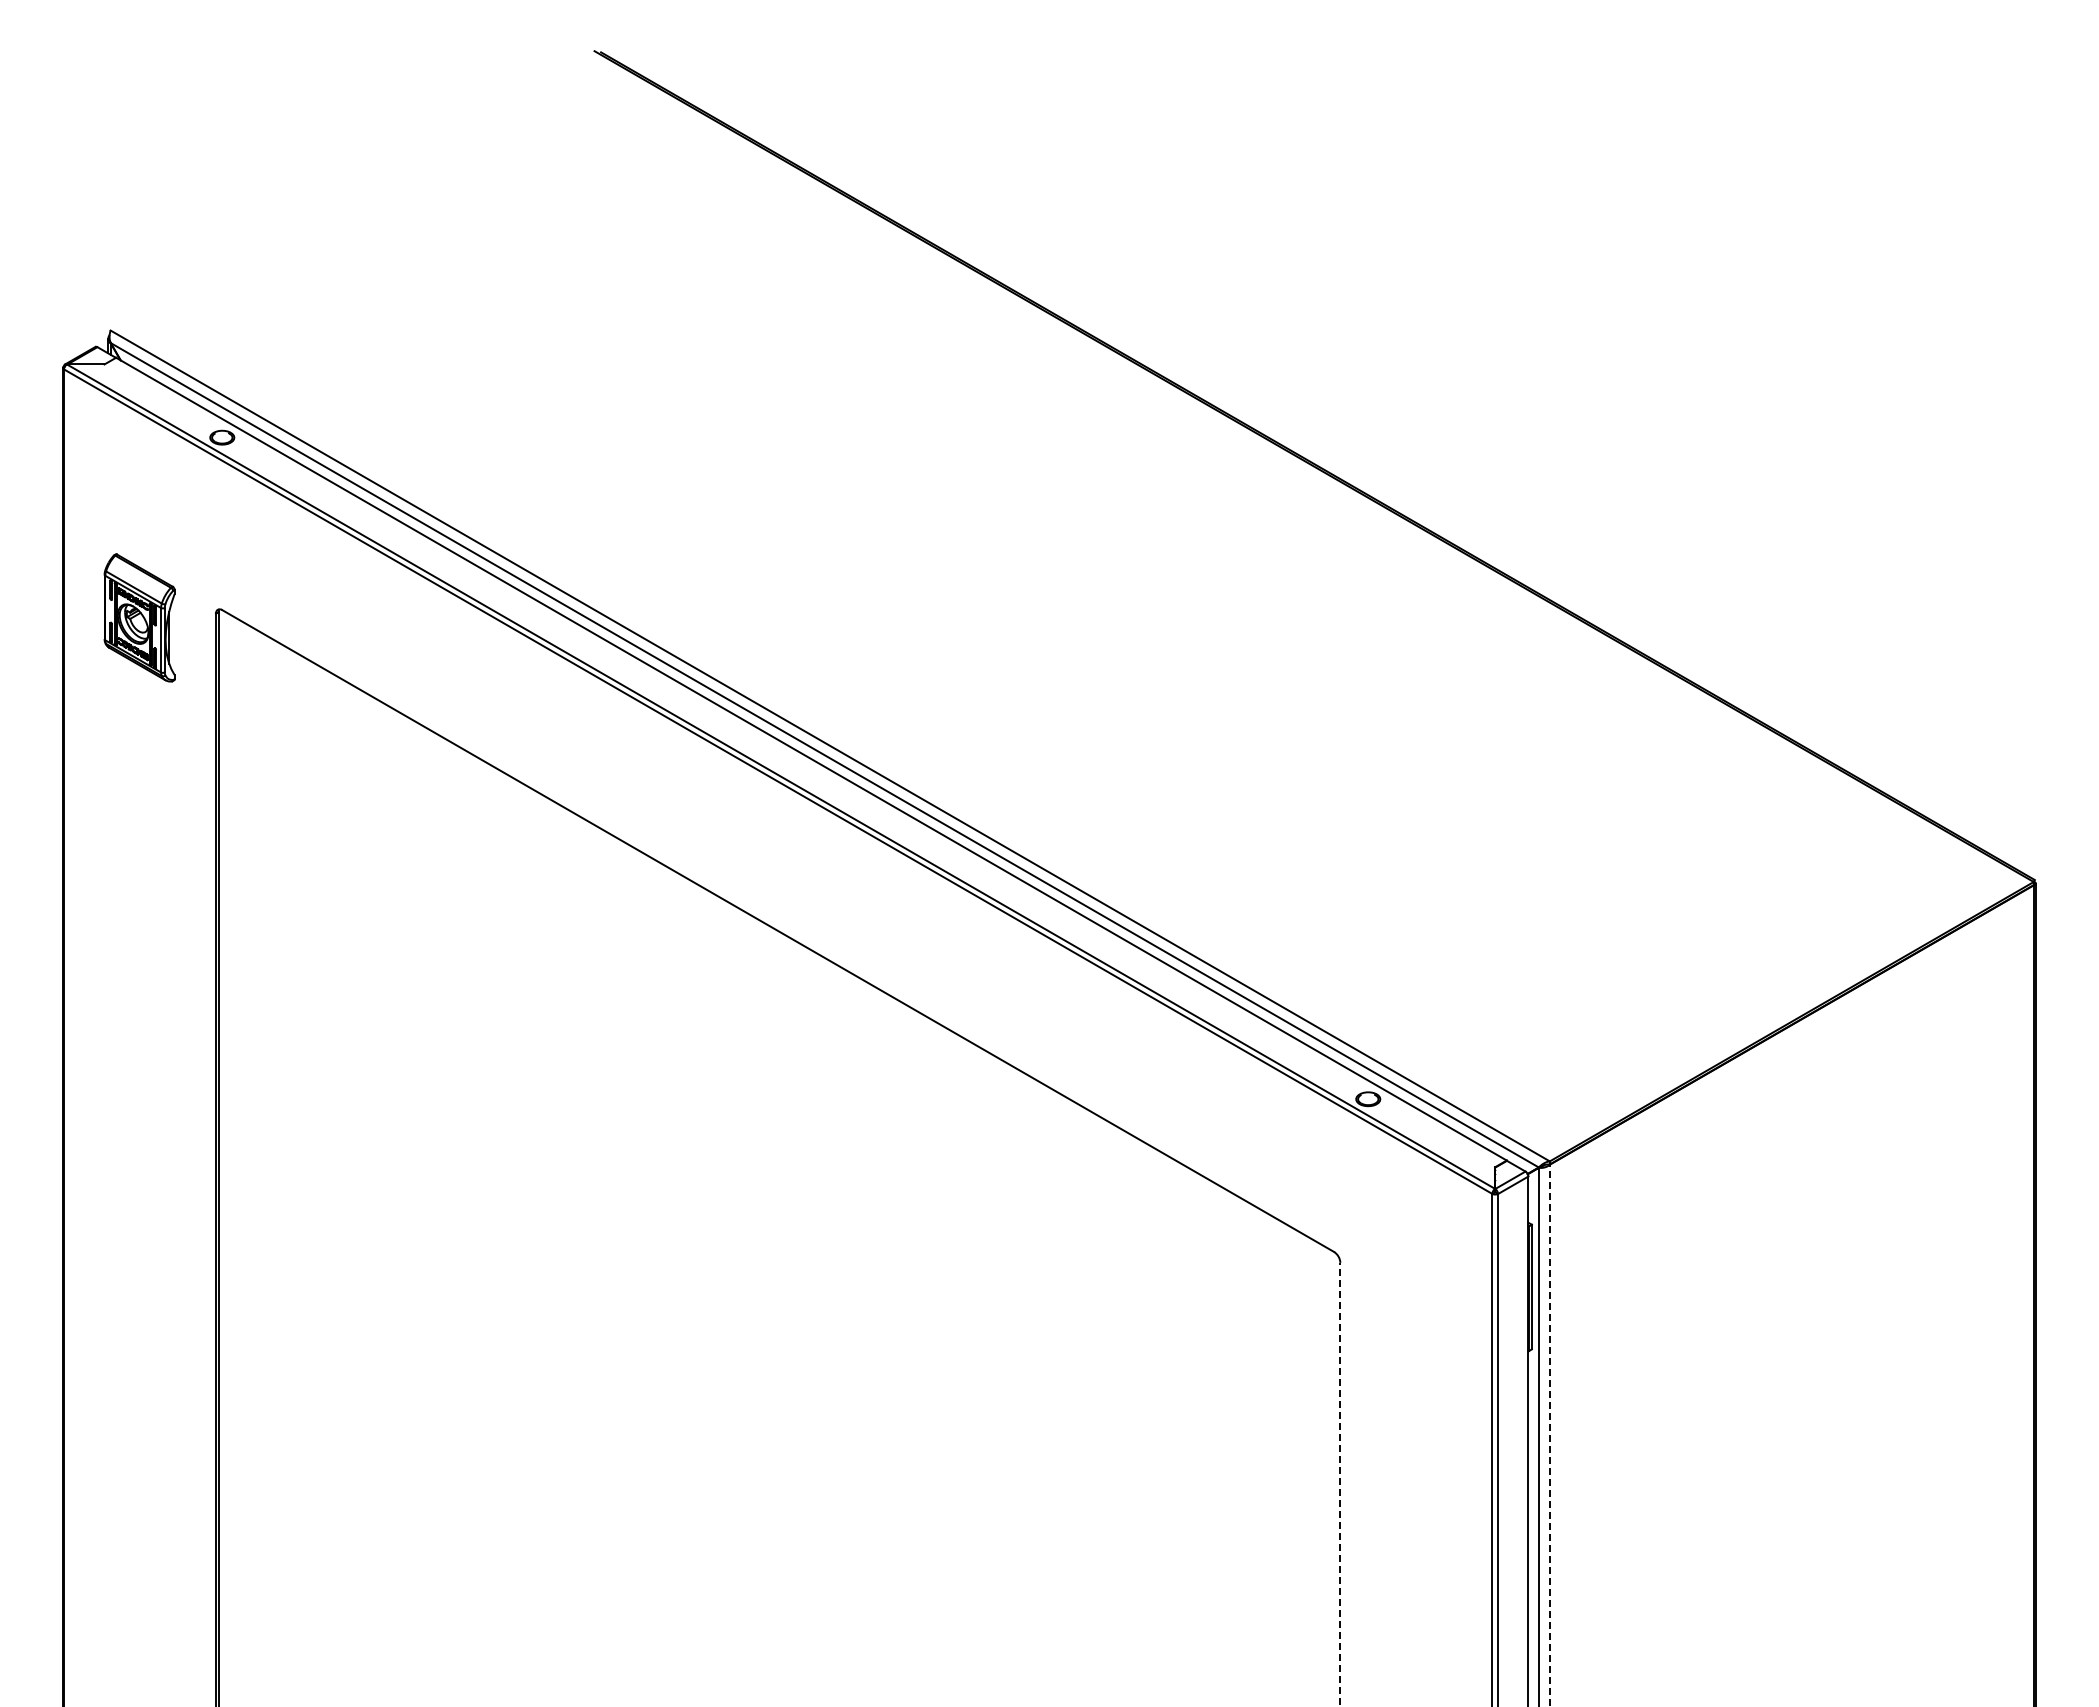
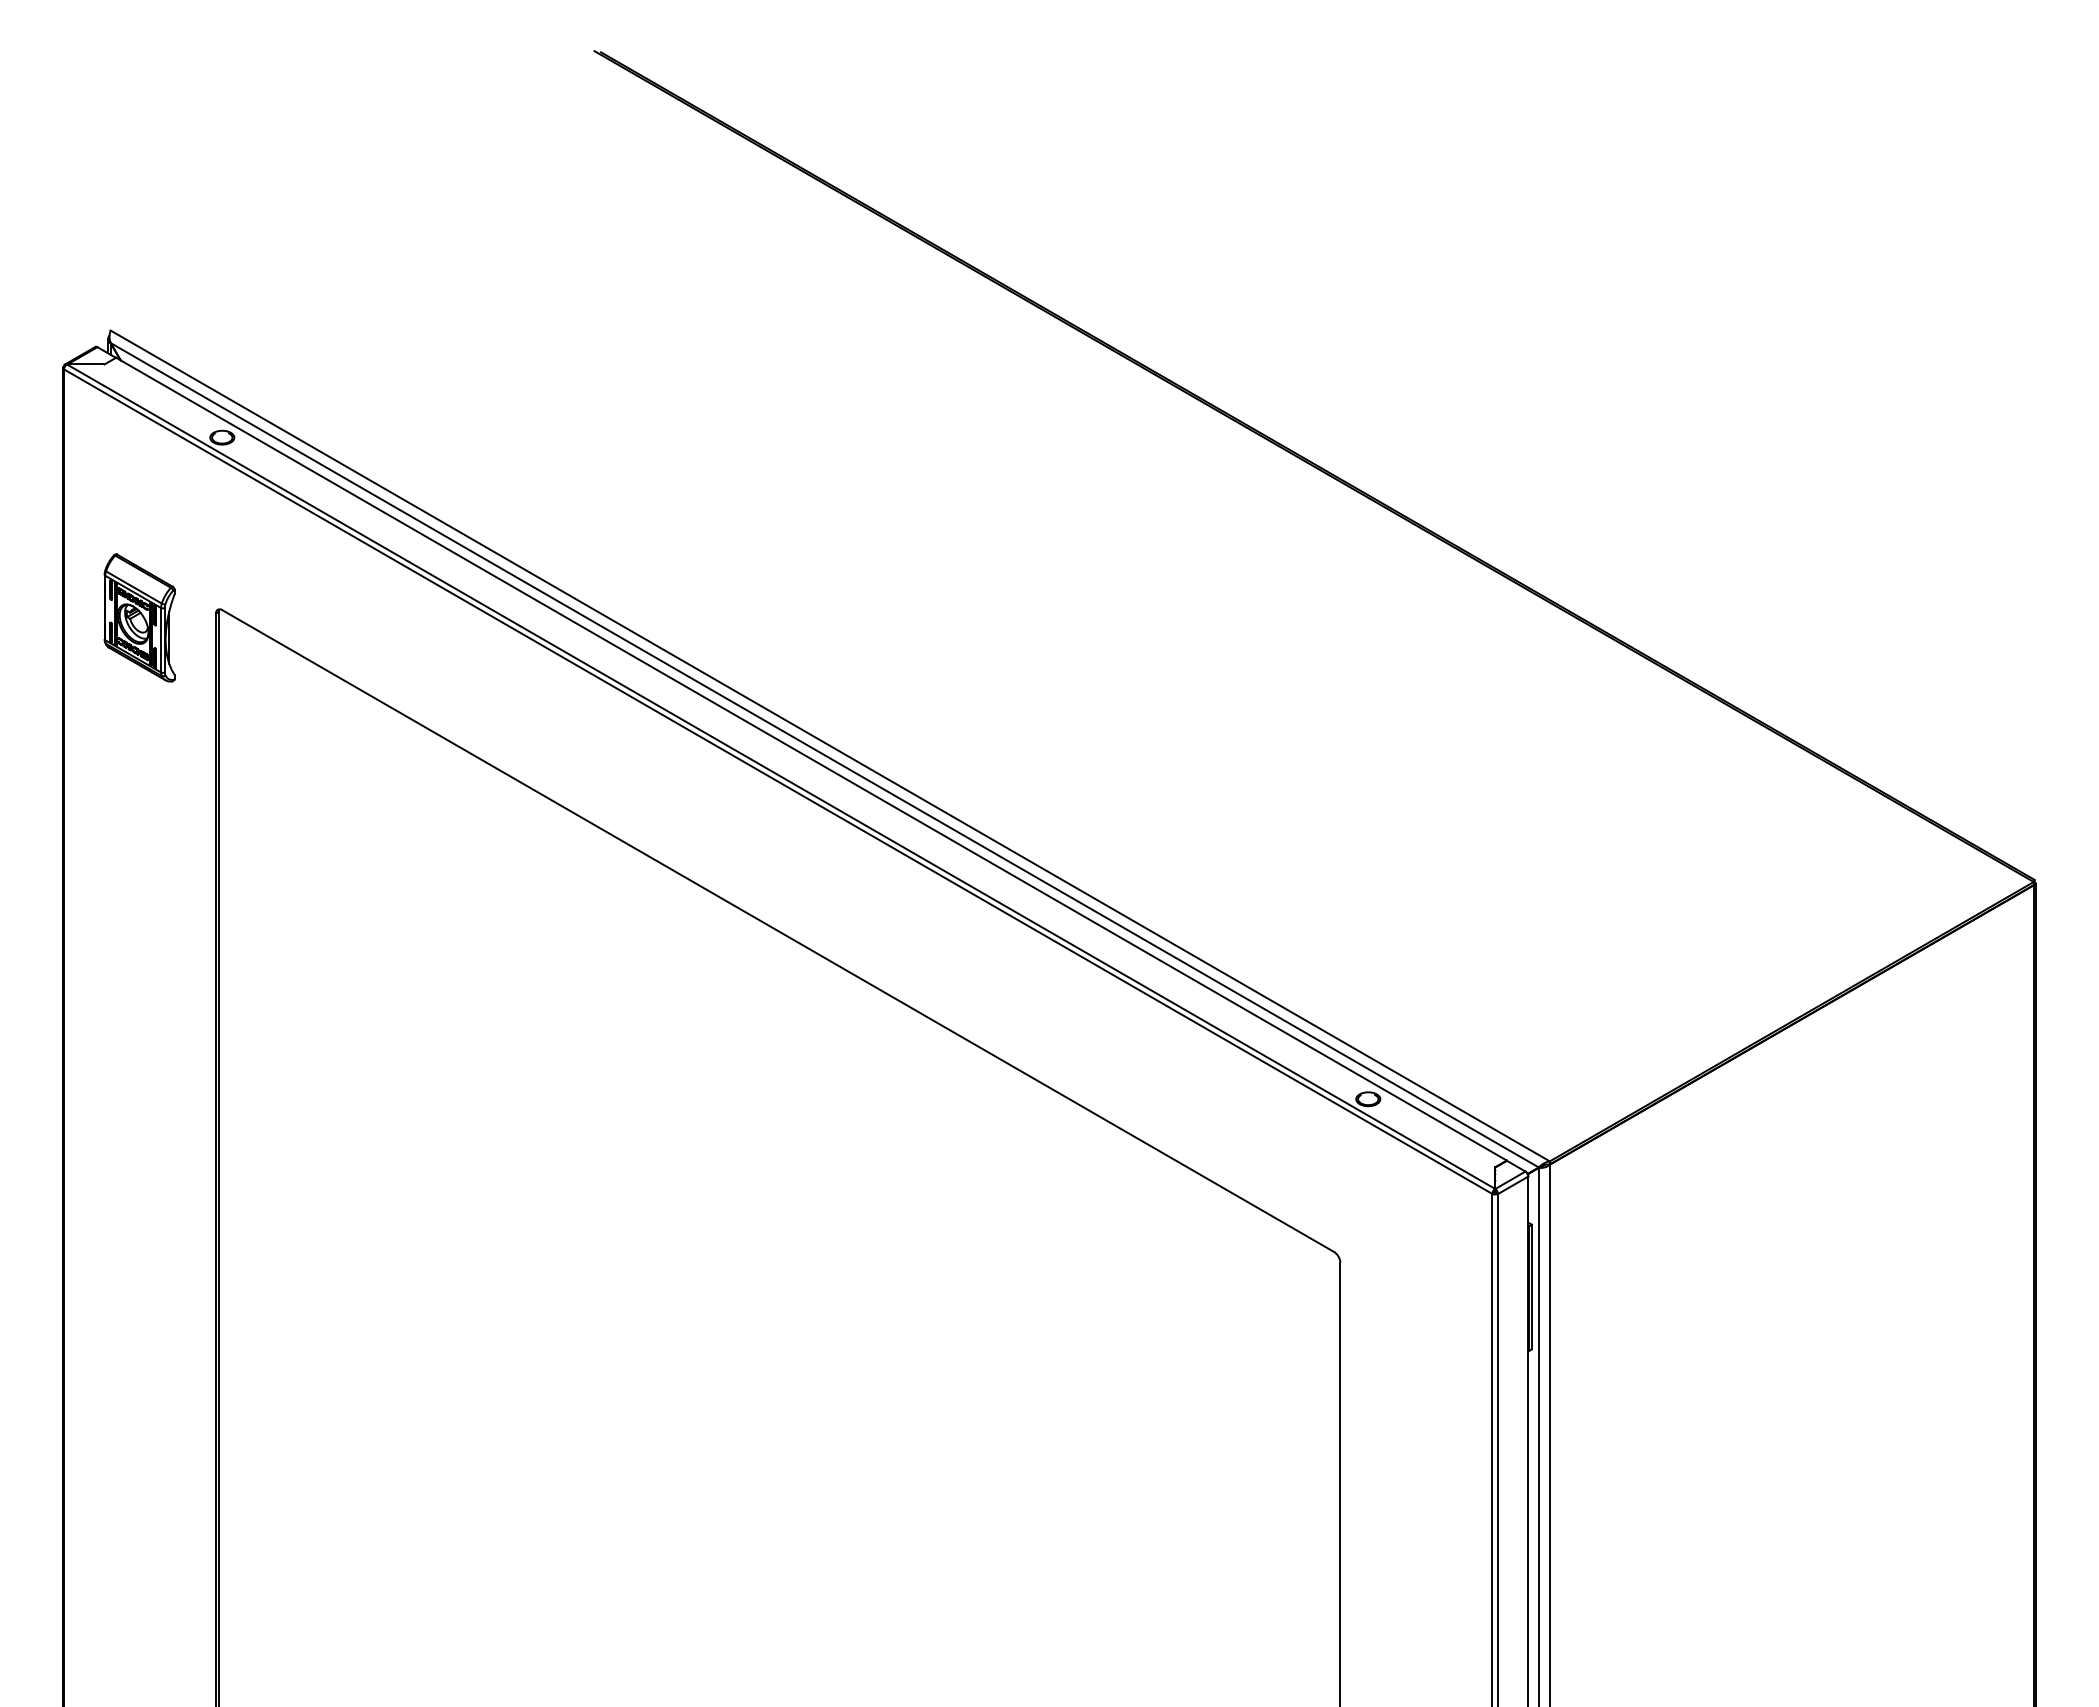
line at (1549, 1435): dashed -> solid
line at (1340, 1484): dashed -> solid
